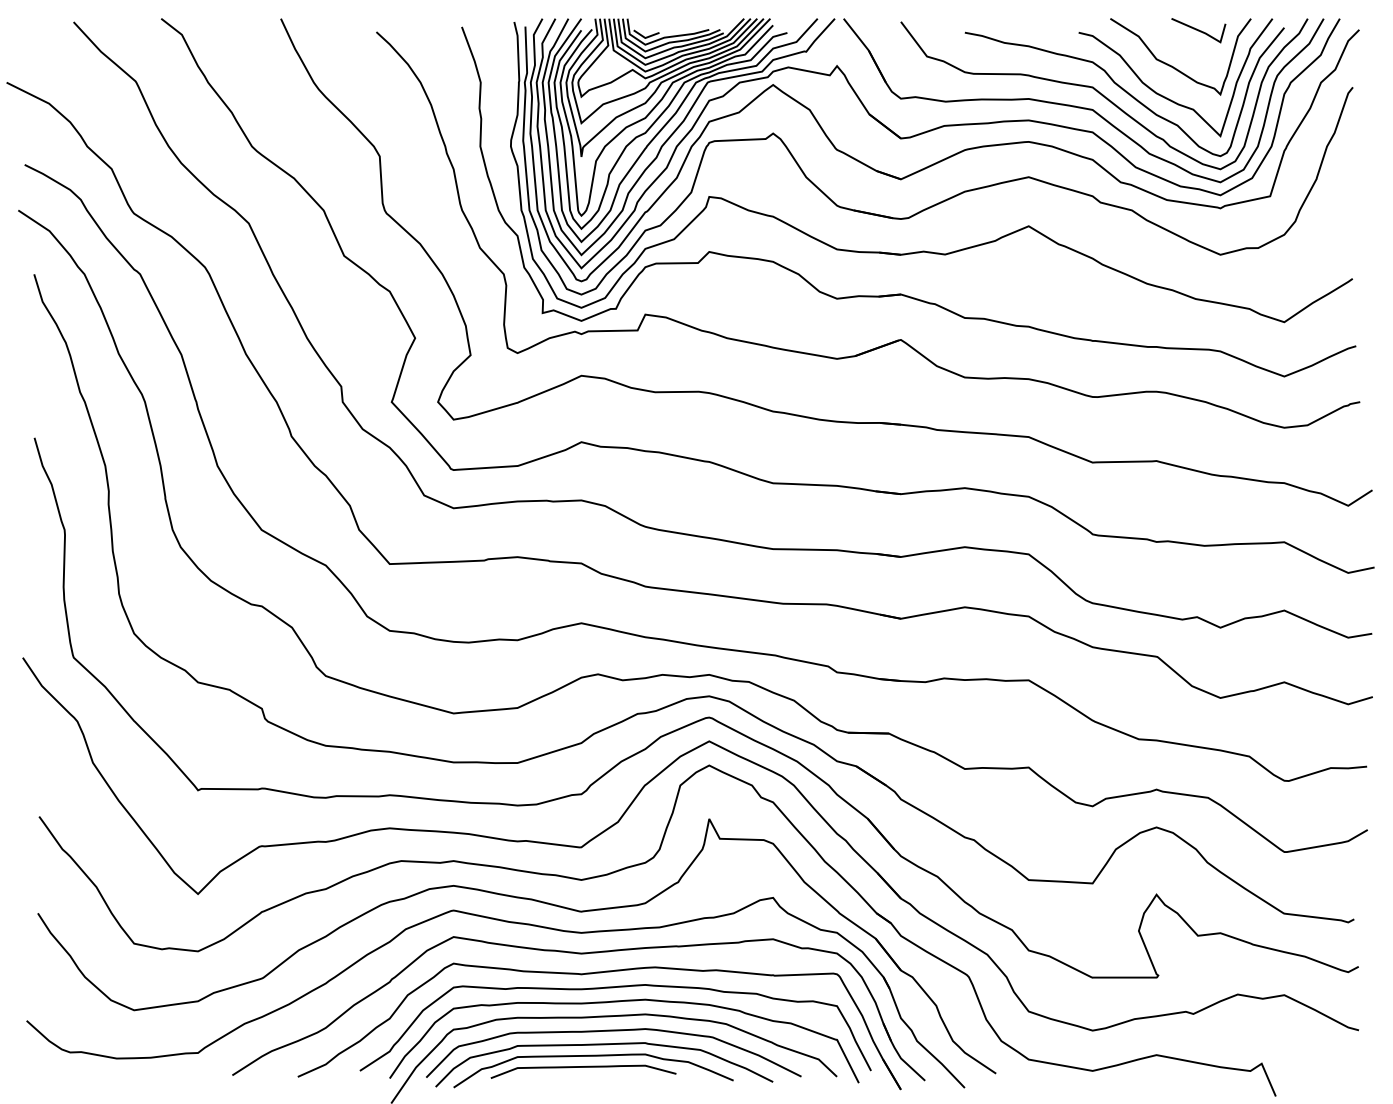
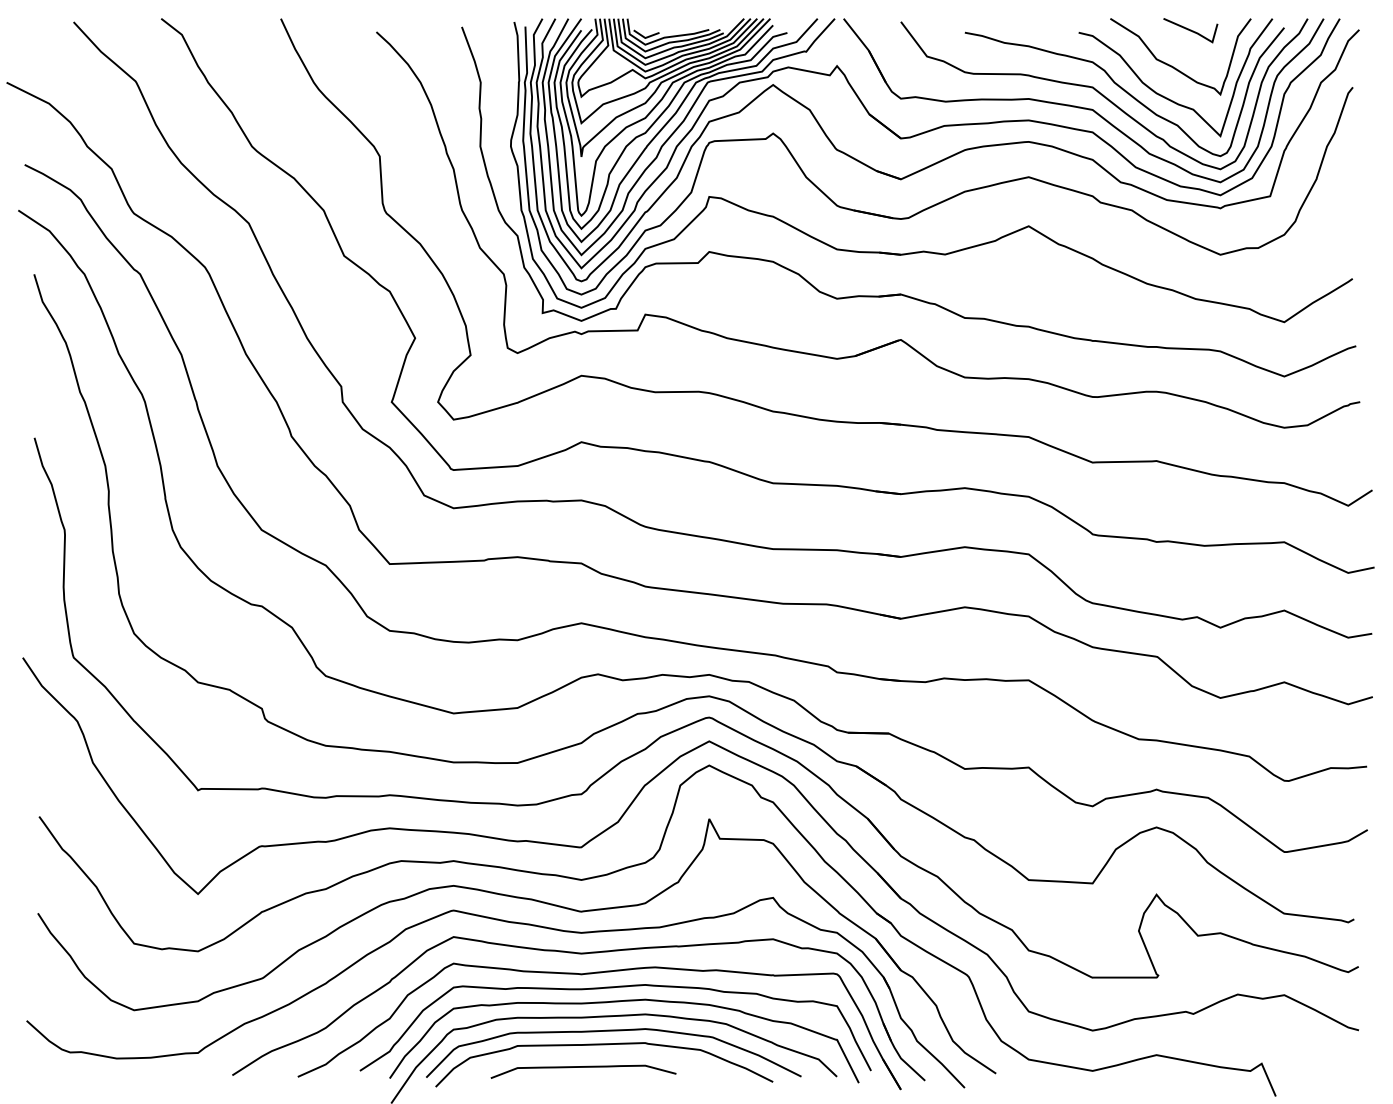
line at (1198, 30) position: (1198, 30) -> (1190, 30)
curve at (593, 1056): present -> none
